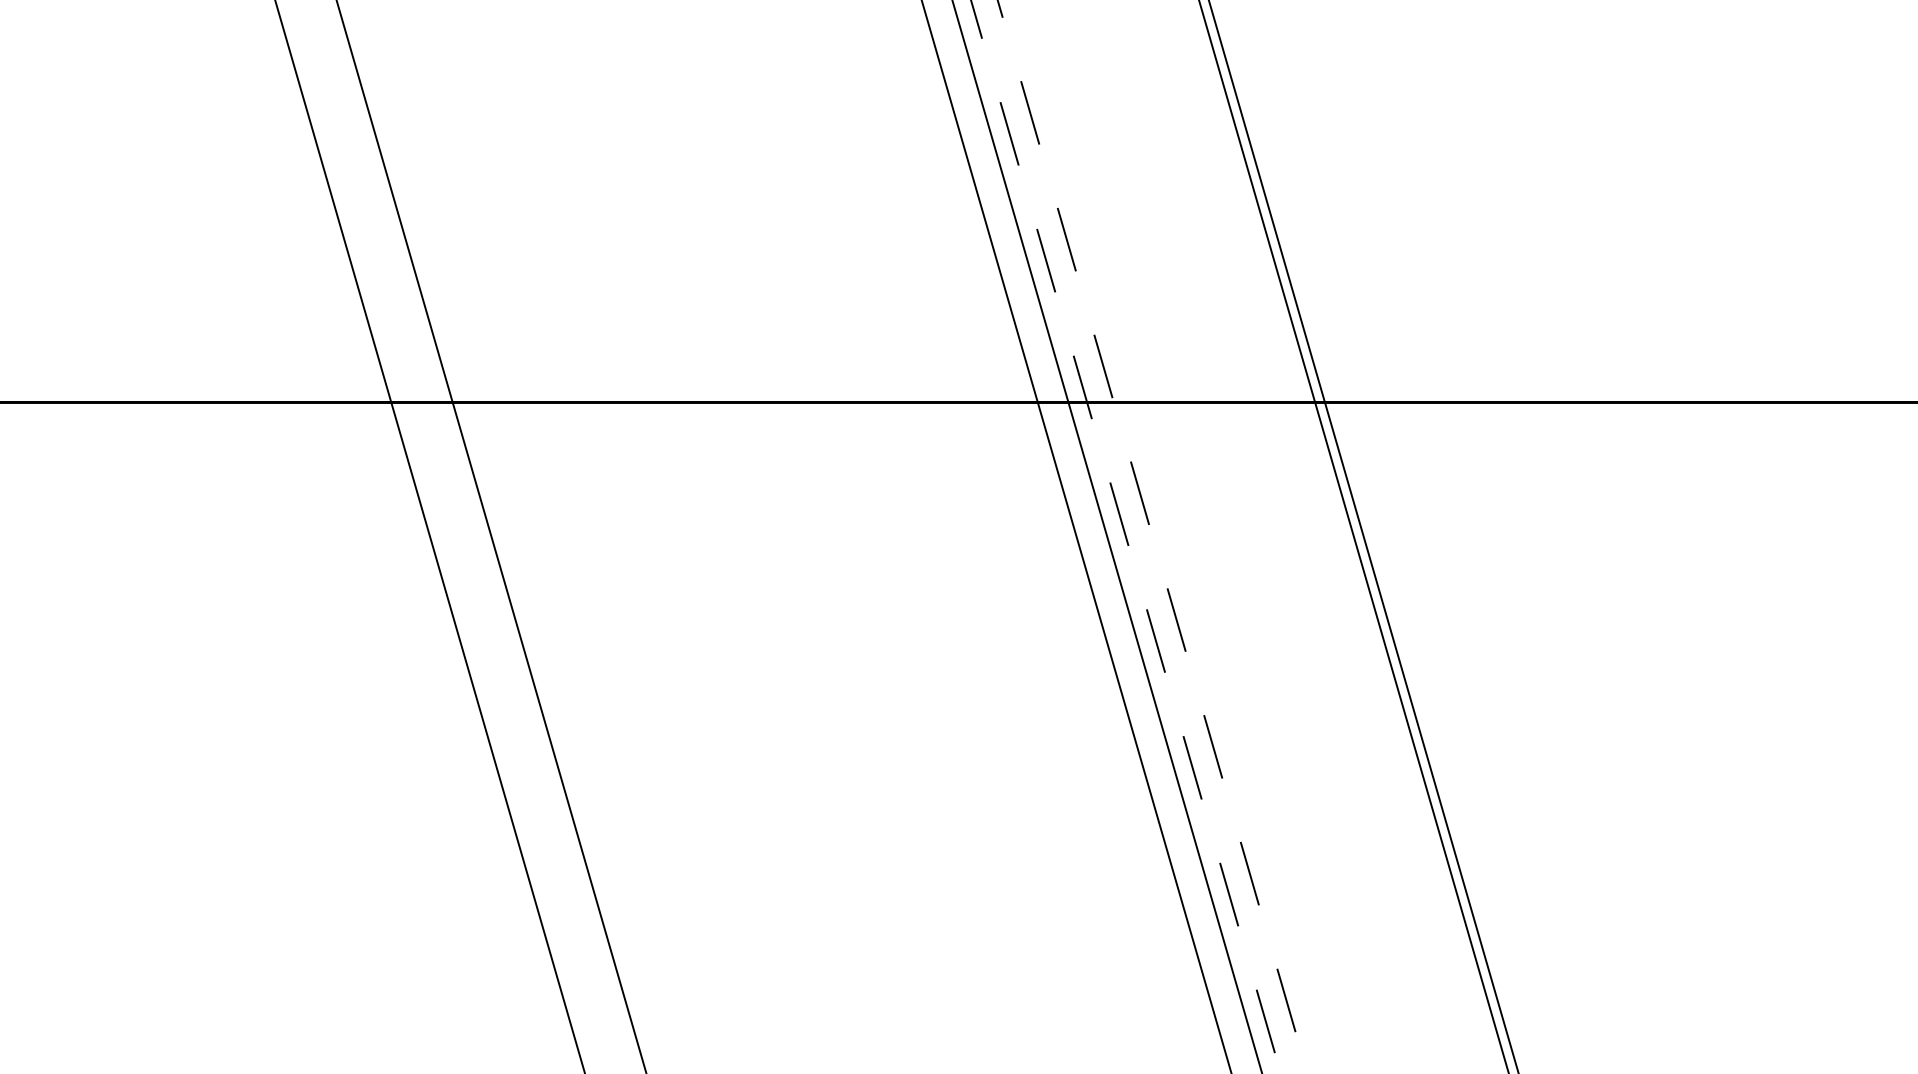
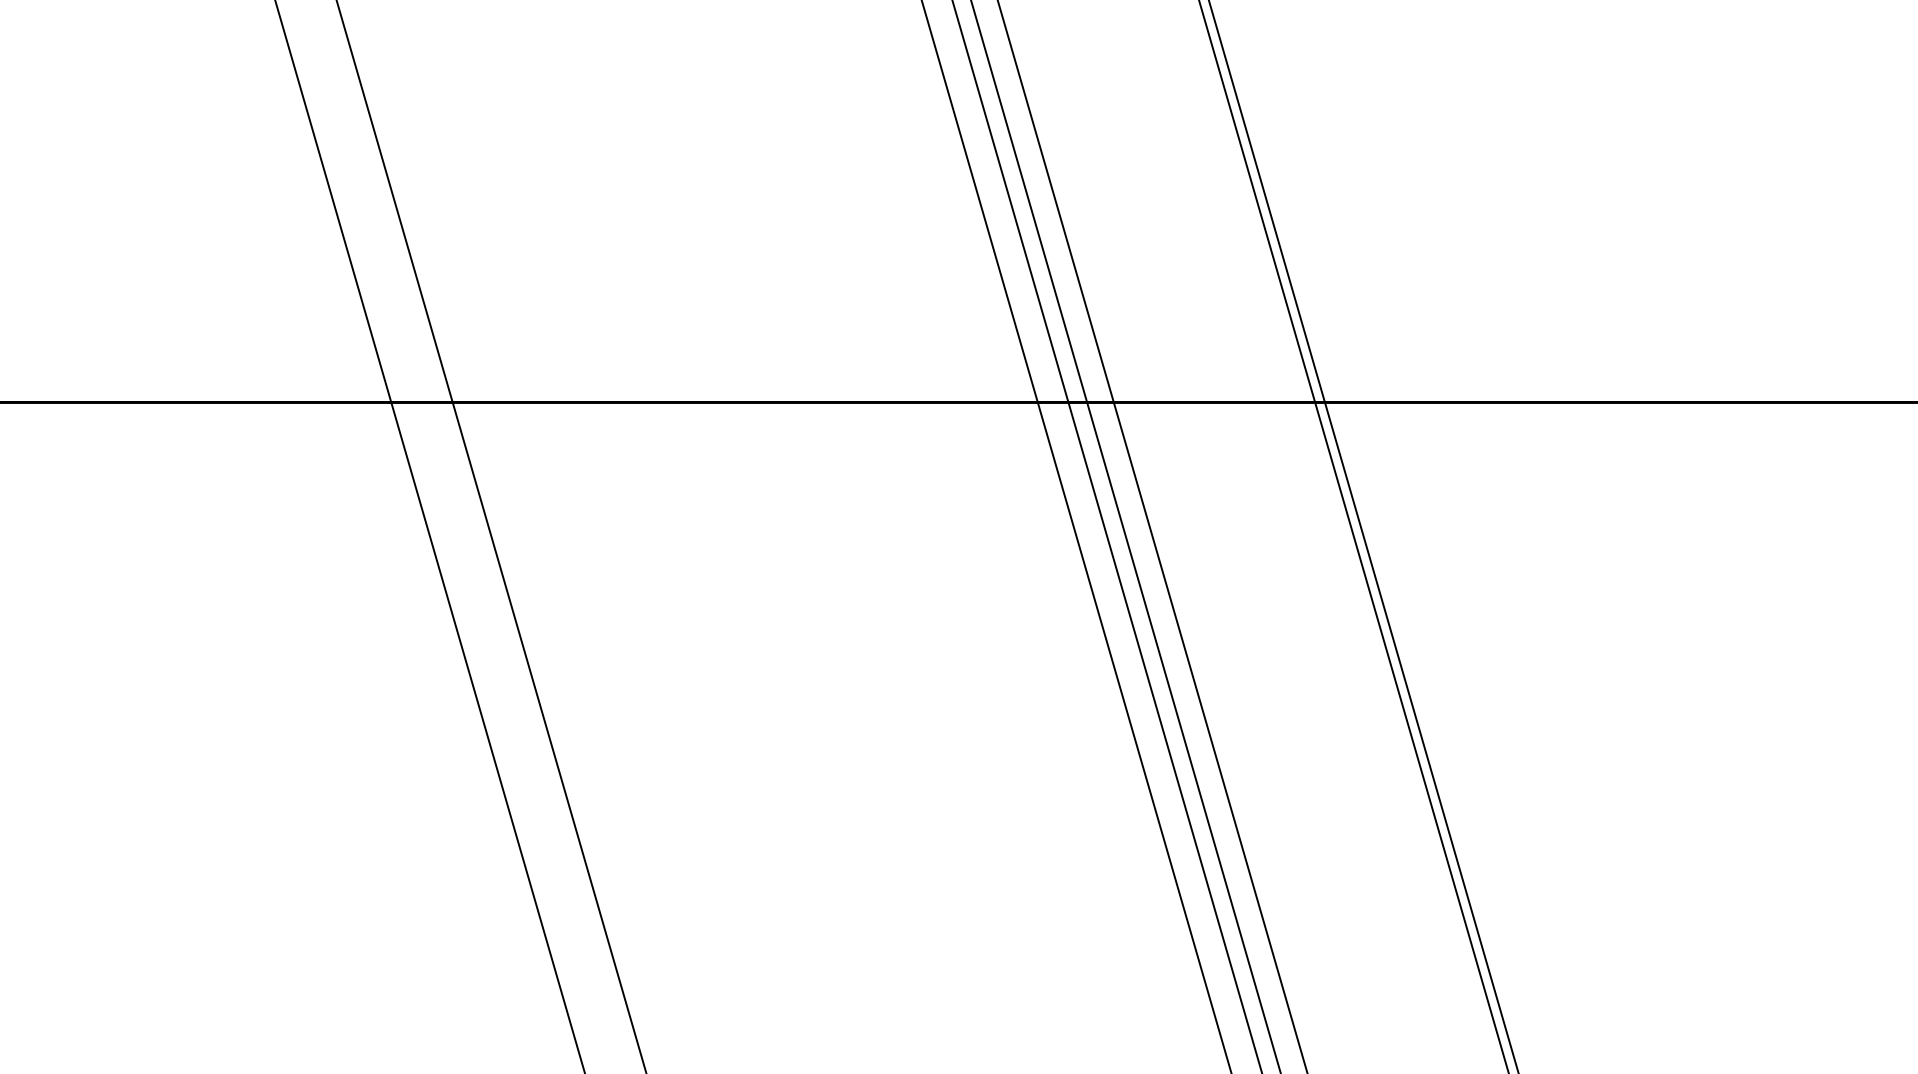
line at (1152, 536): dashed -> solid
line at (1126, 537): dashed -> solid
